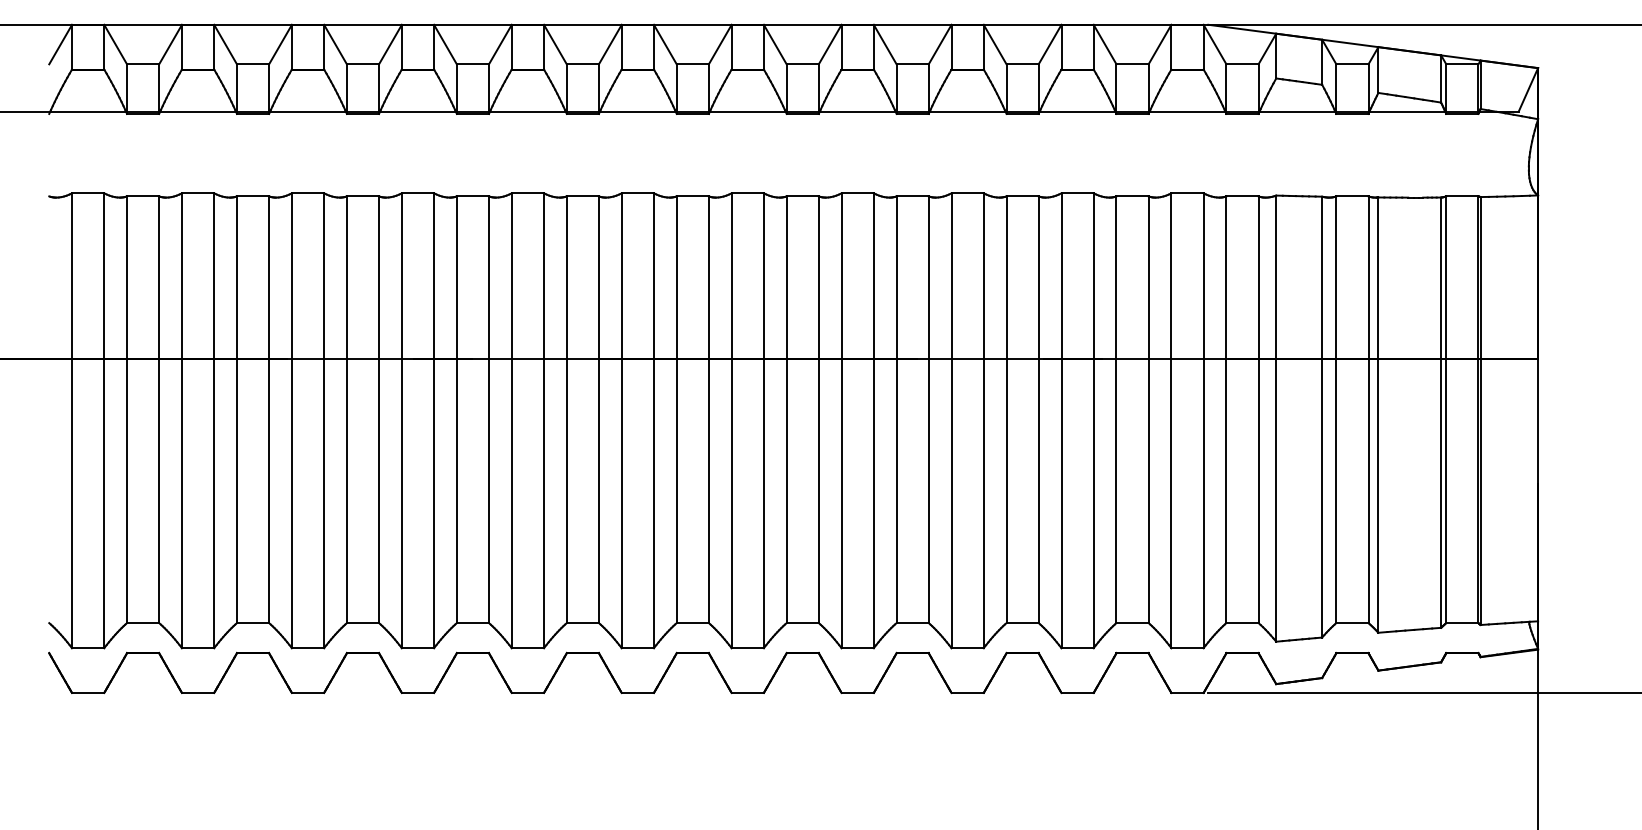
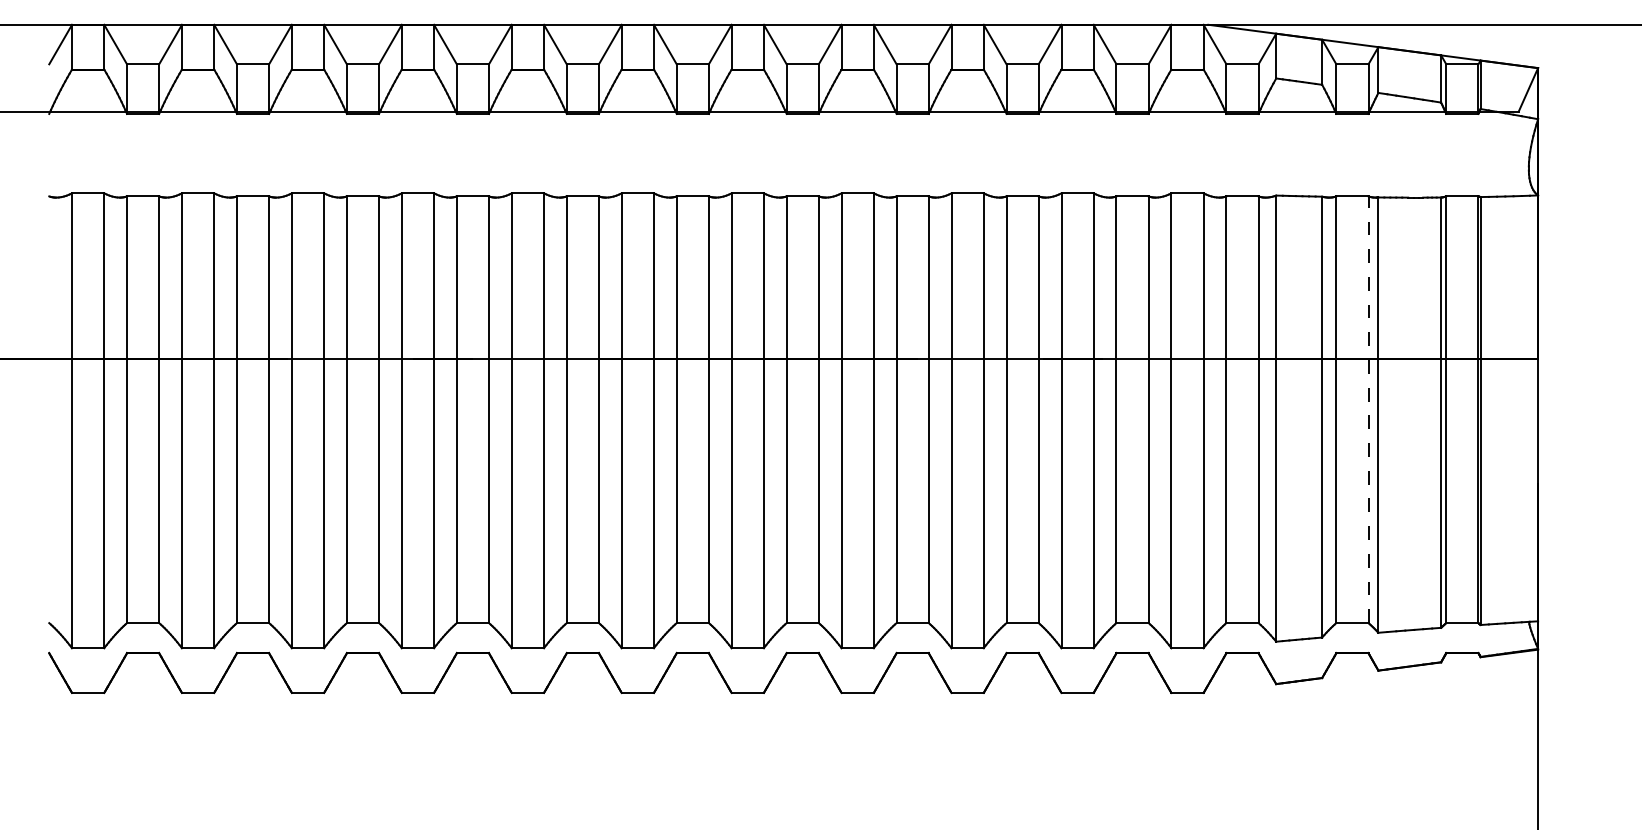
line at (1368, 409): solid -> dashed
line at (1423, 693): present -> none
